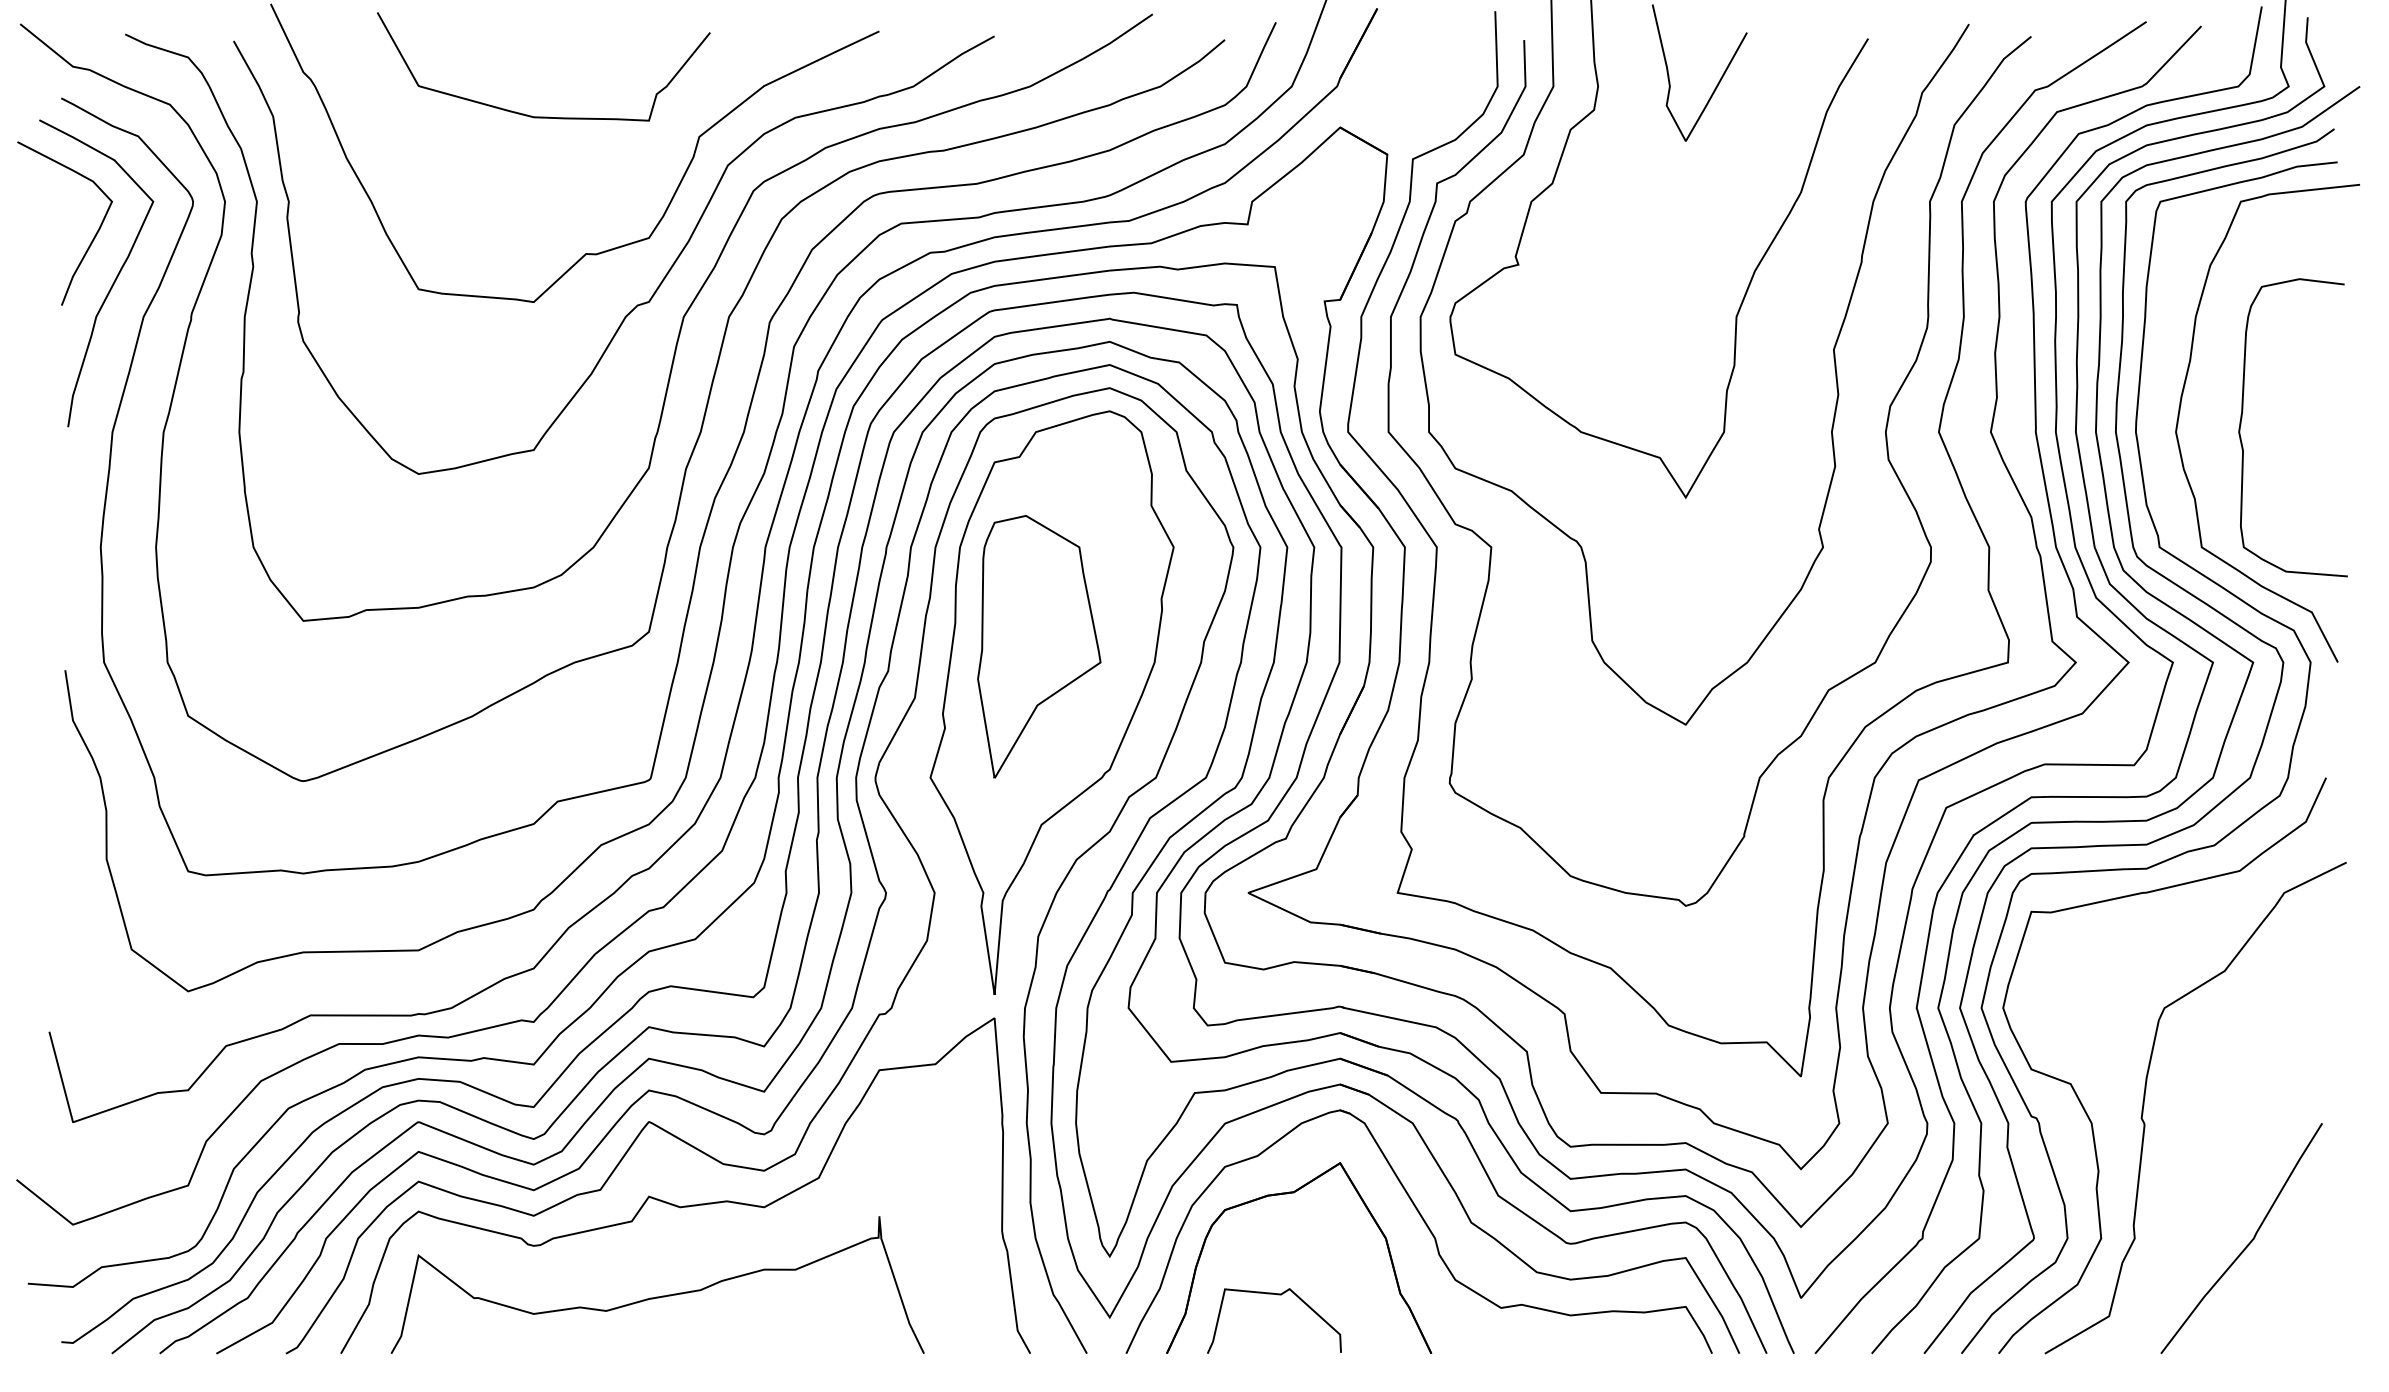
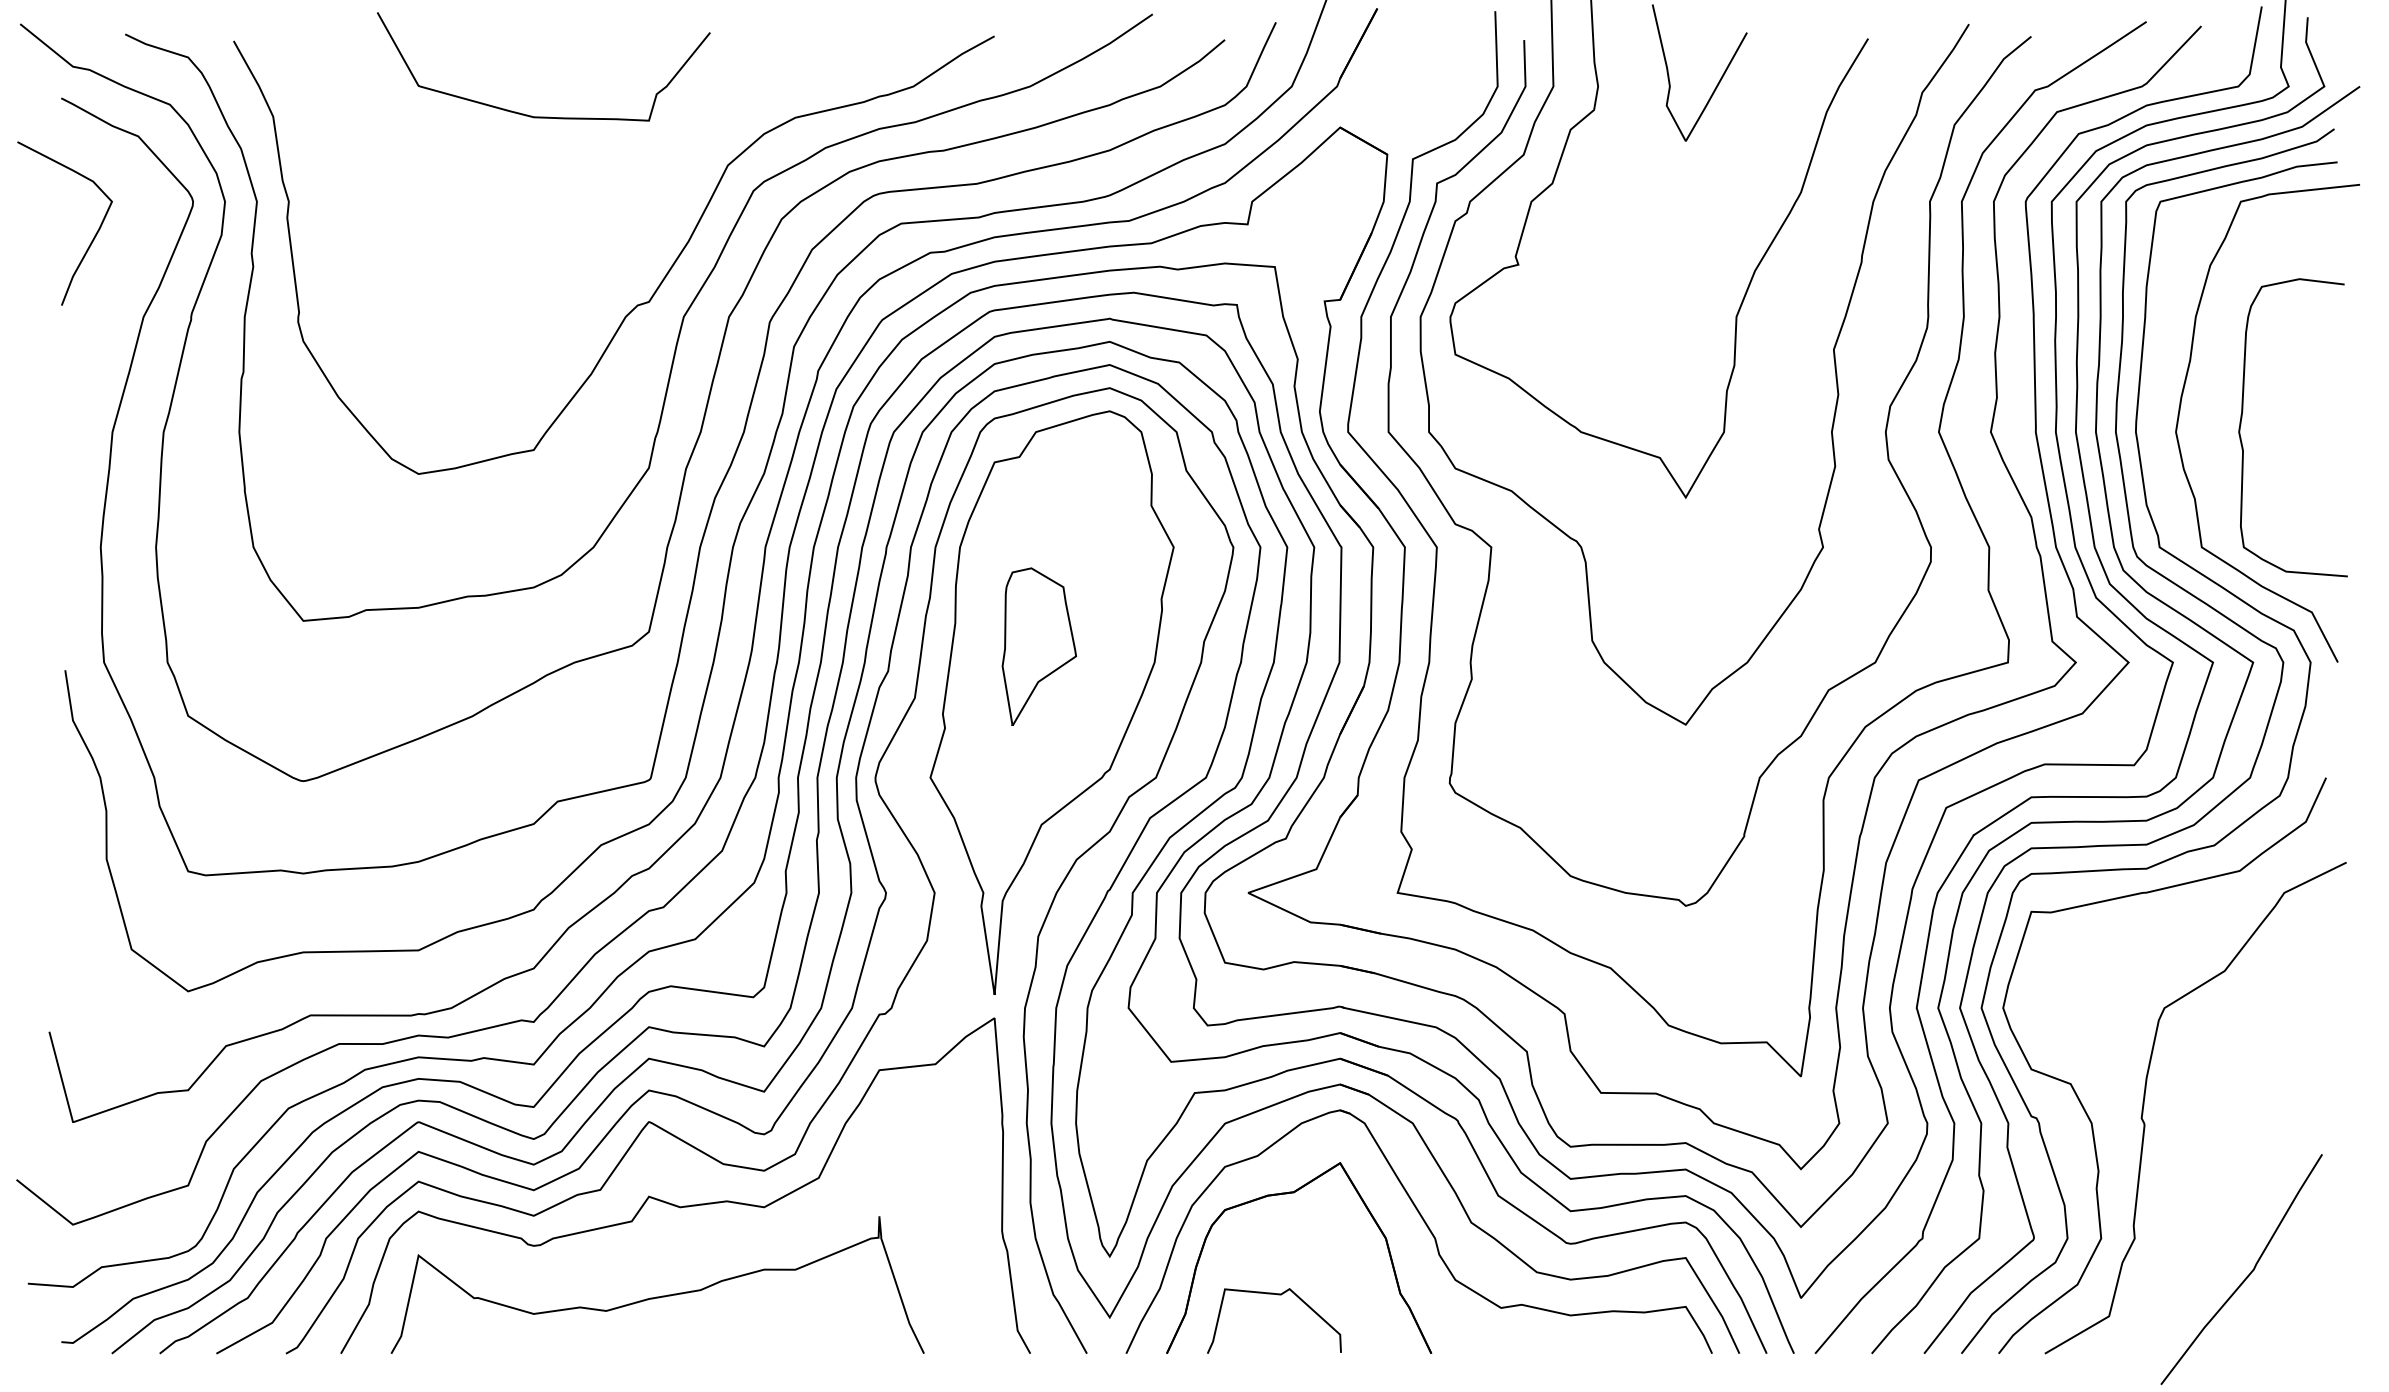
curve at (585, 253): present -> none
curve at (113, 281): present -> none
part at (1039, 646) size: 125x264 px -> 77x159 px
curve at (2247, 1244) position: (2247, 1244) -> (2247, 1275)
